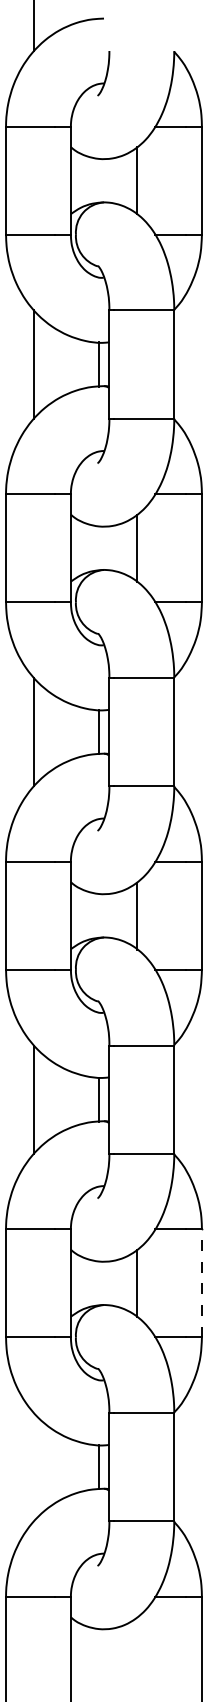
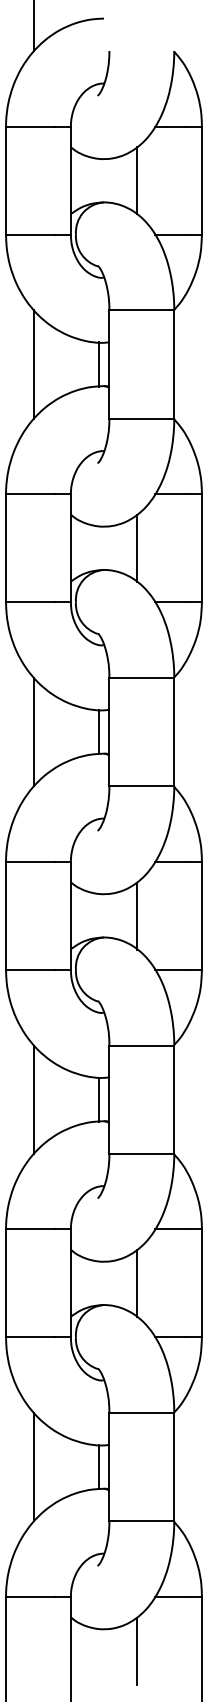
line at (201, 1282): dashed -> solid
line at (33, 1467): none -> present
line at (137, 1650): none -> present
